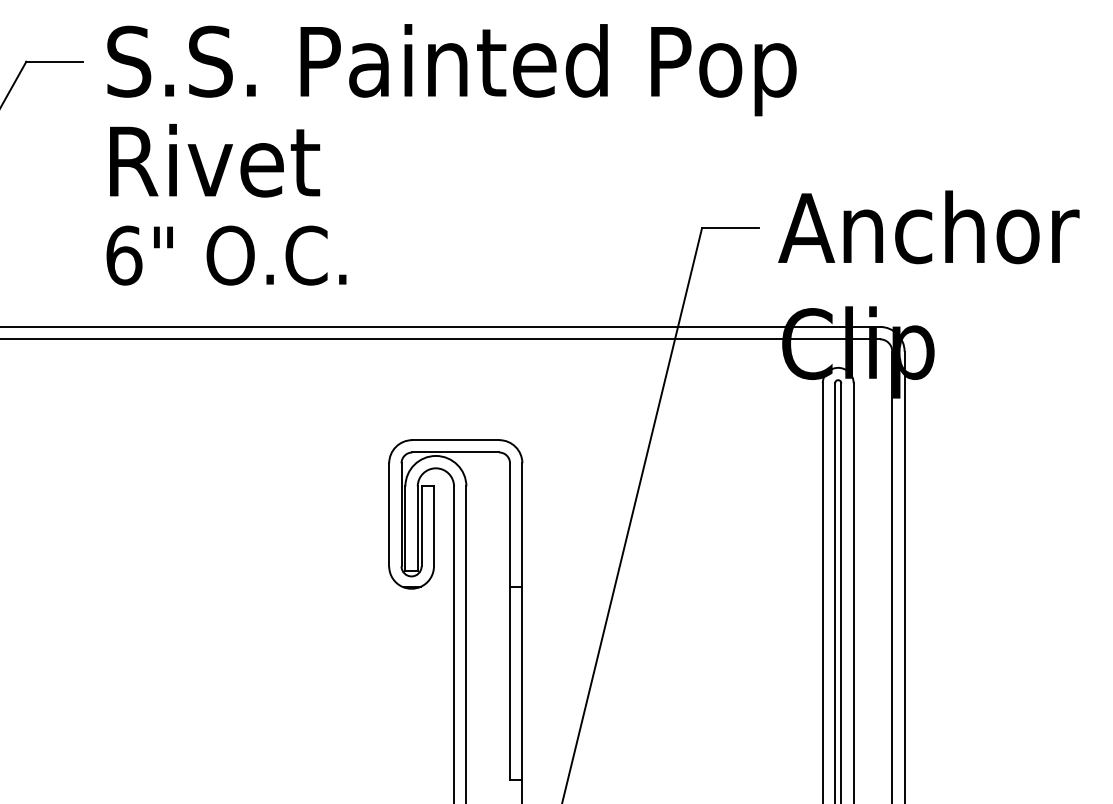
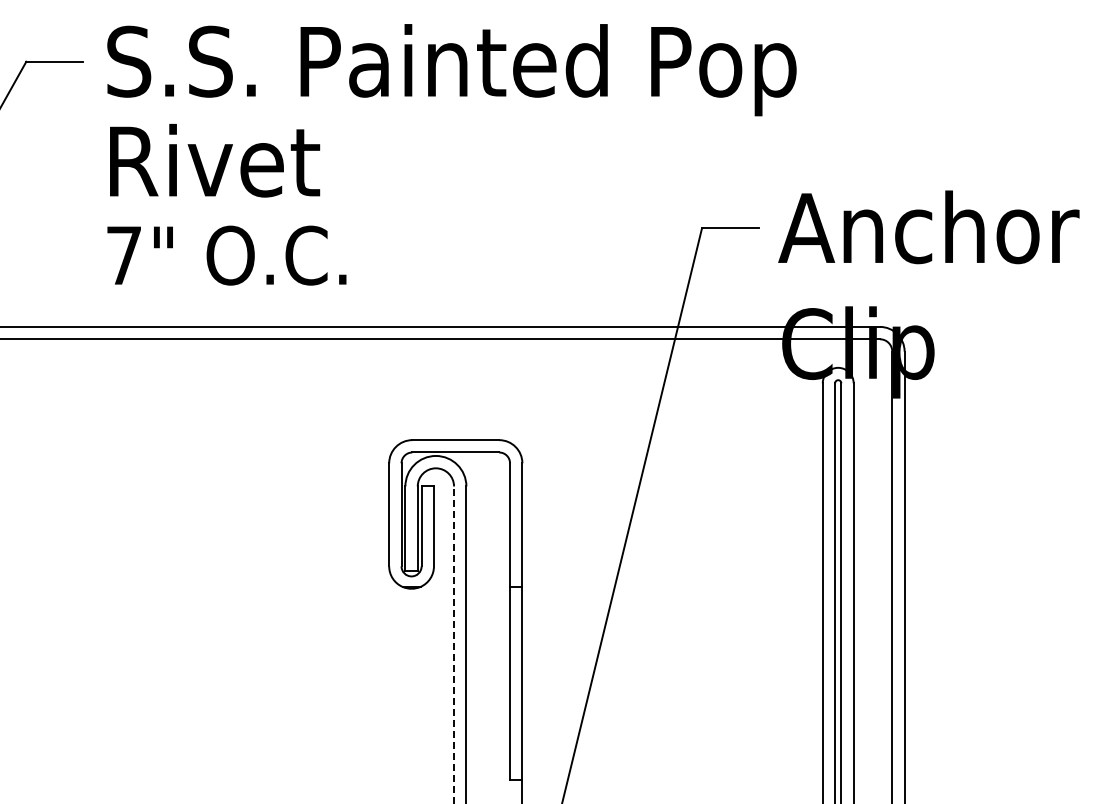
text at (124, 255): 6" -> 7"
line at (454, 644): solid -> dashed
